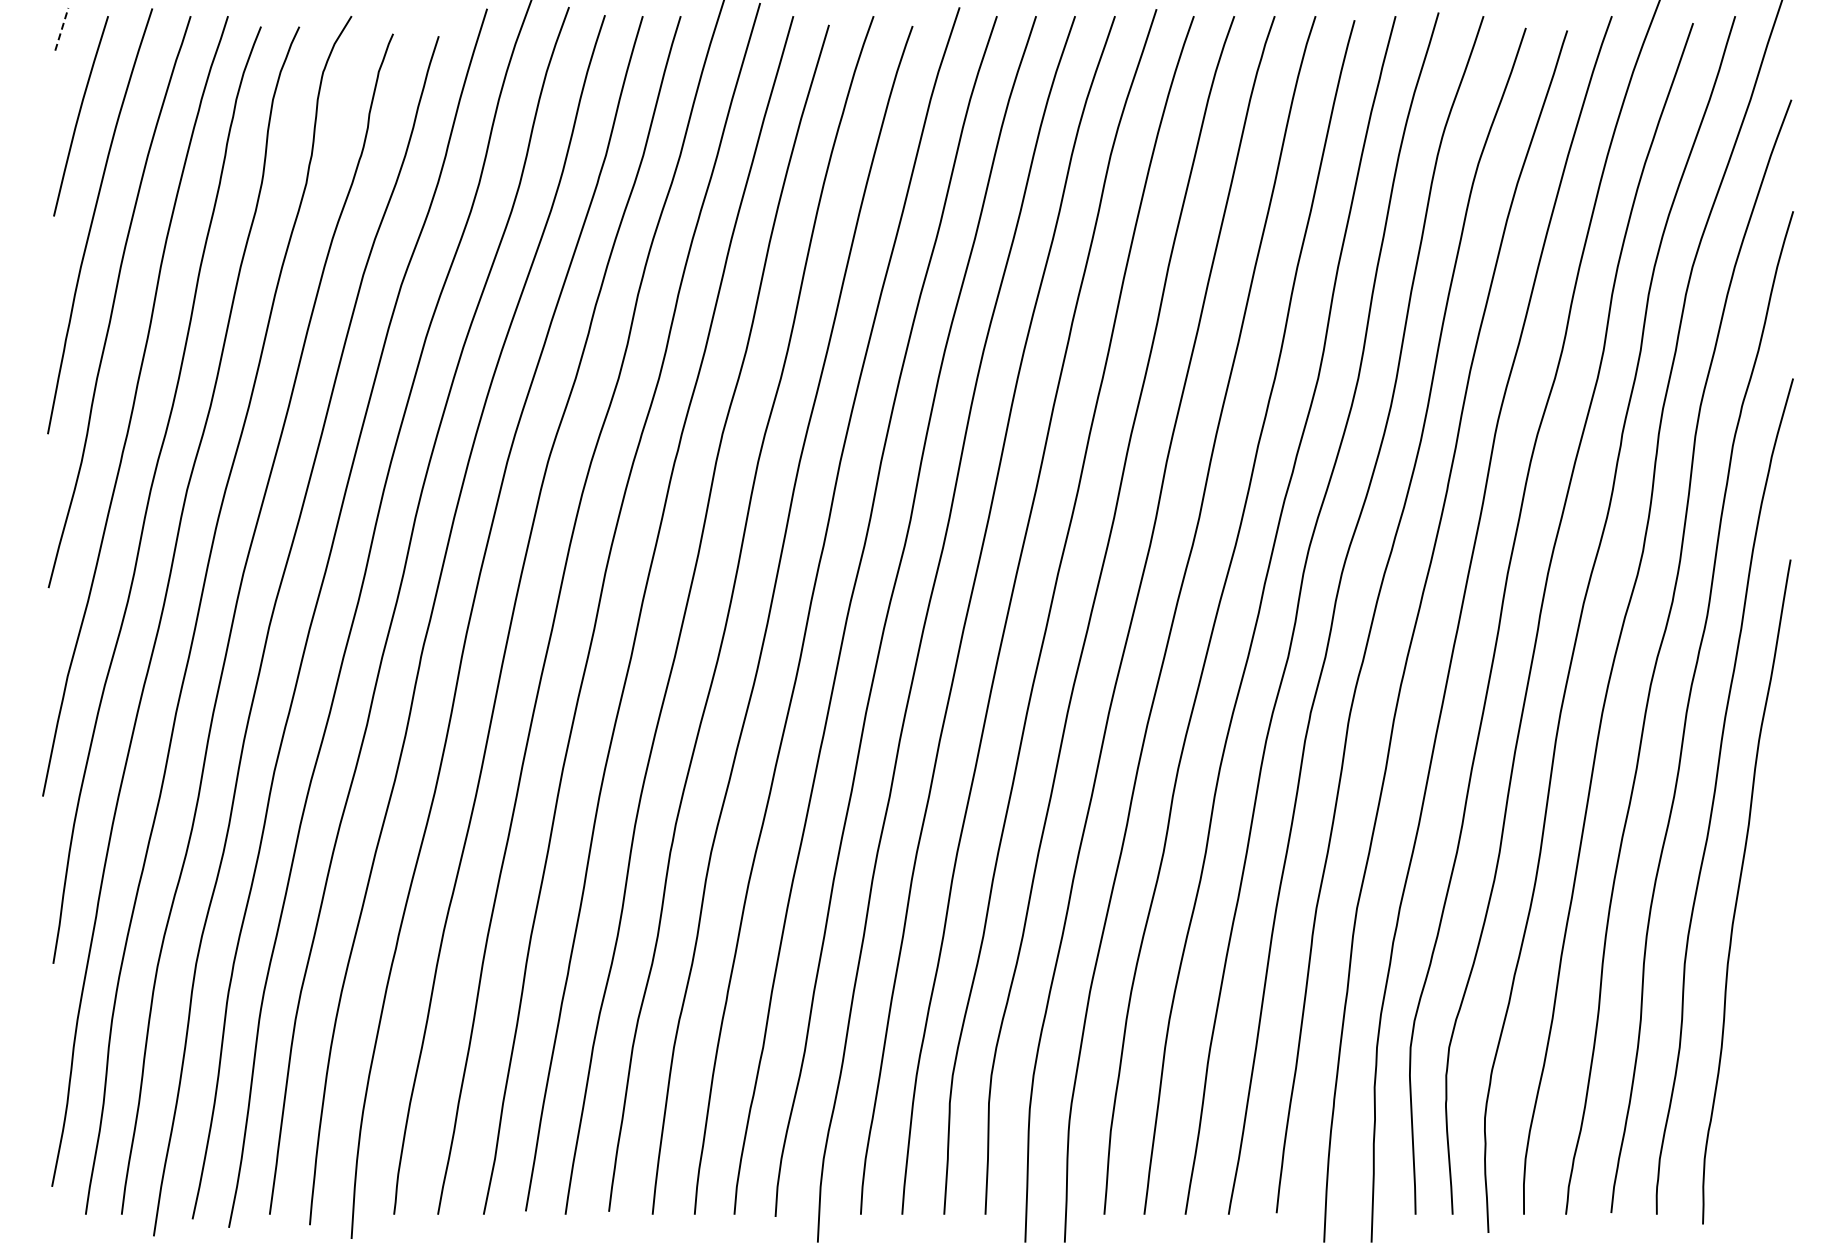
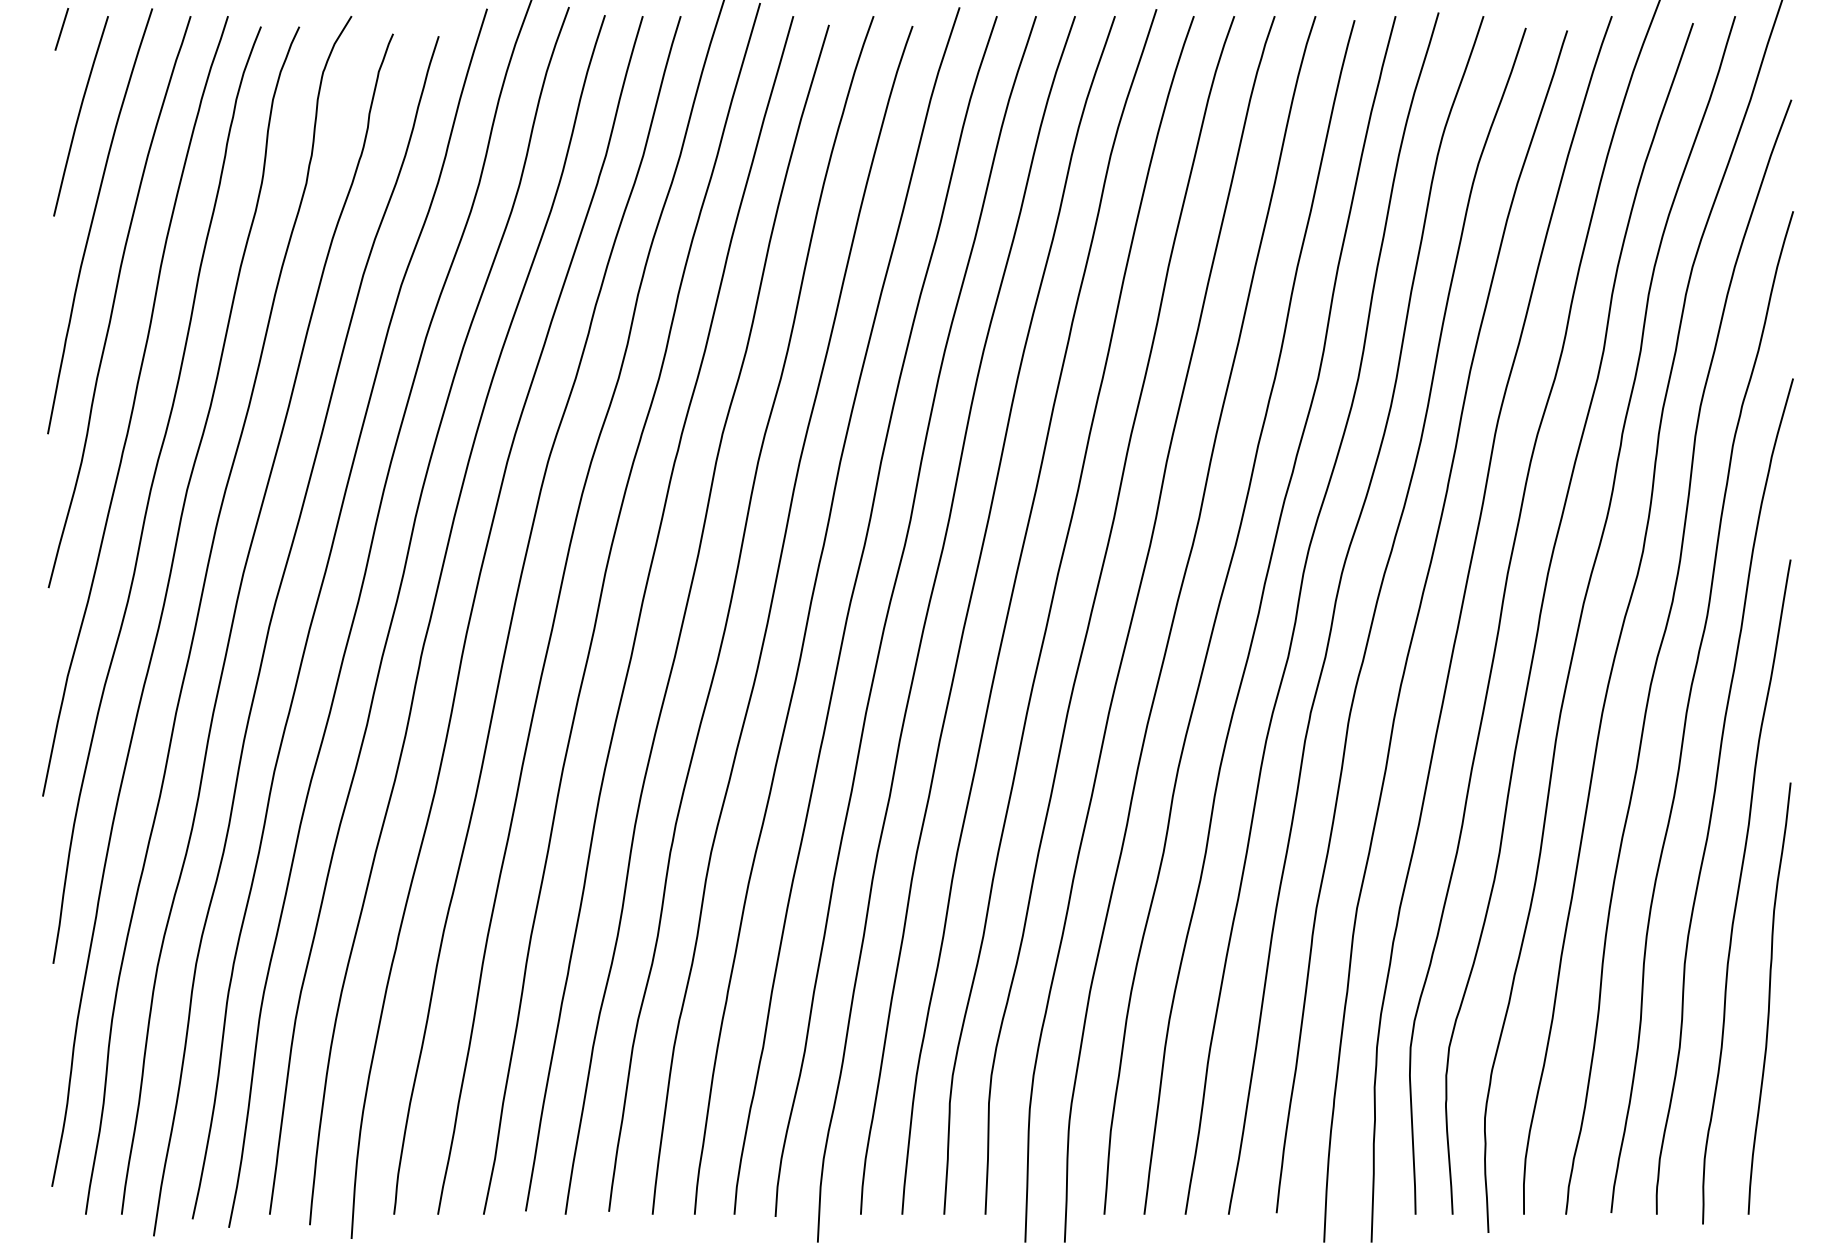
line at (61, 28): dashed -> solid
curve at (1769, 998): none -> present
